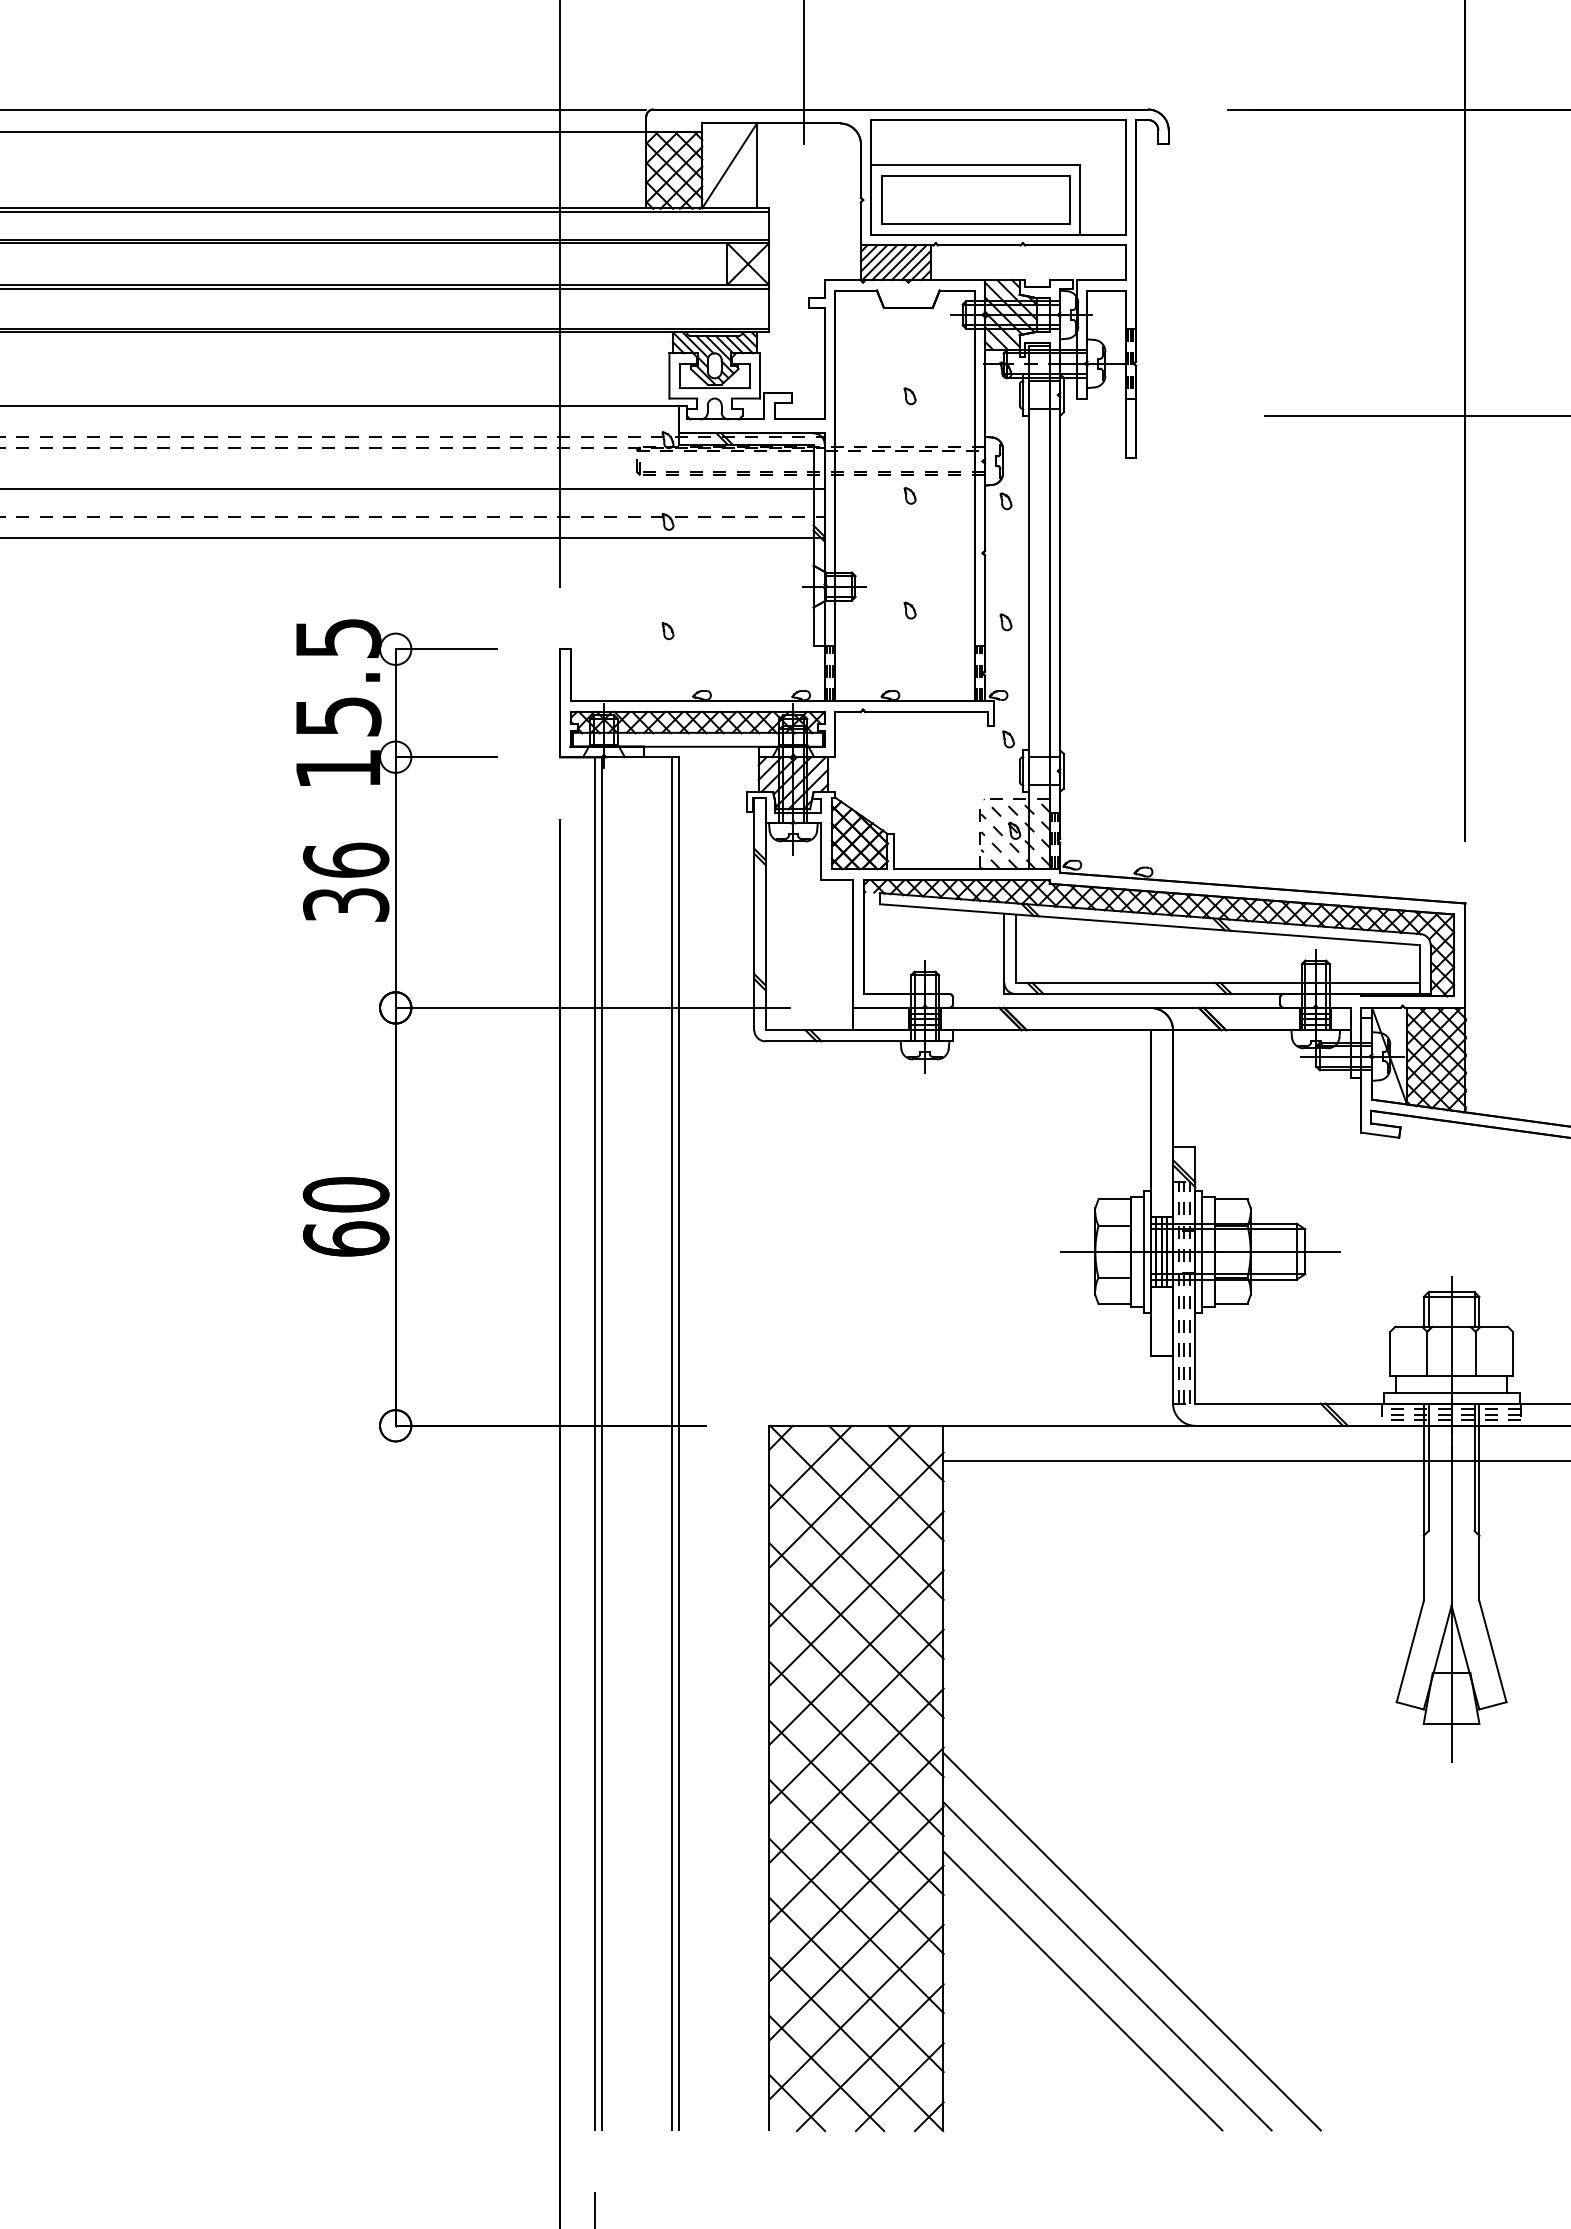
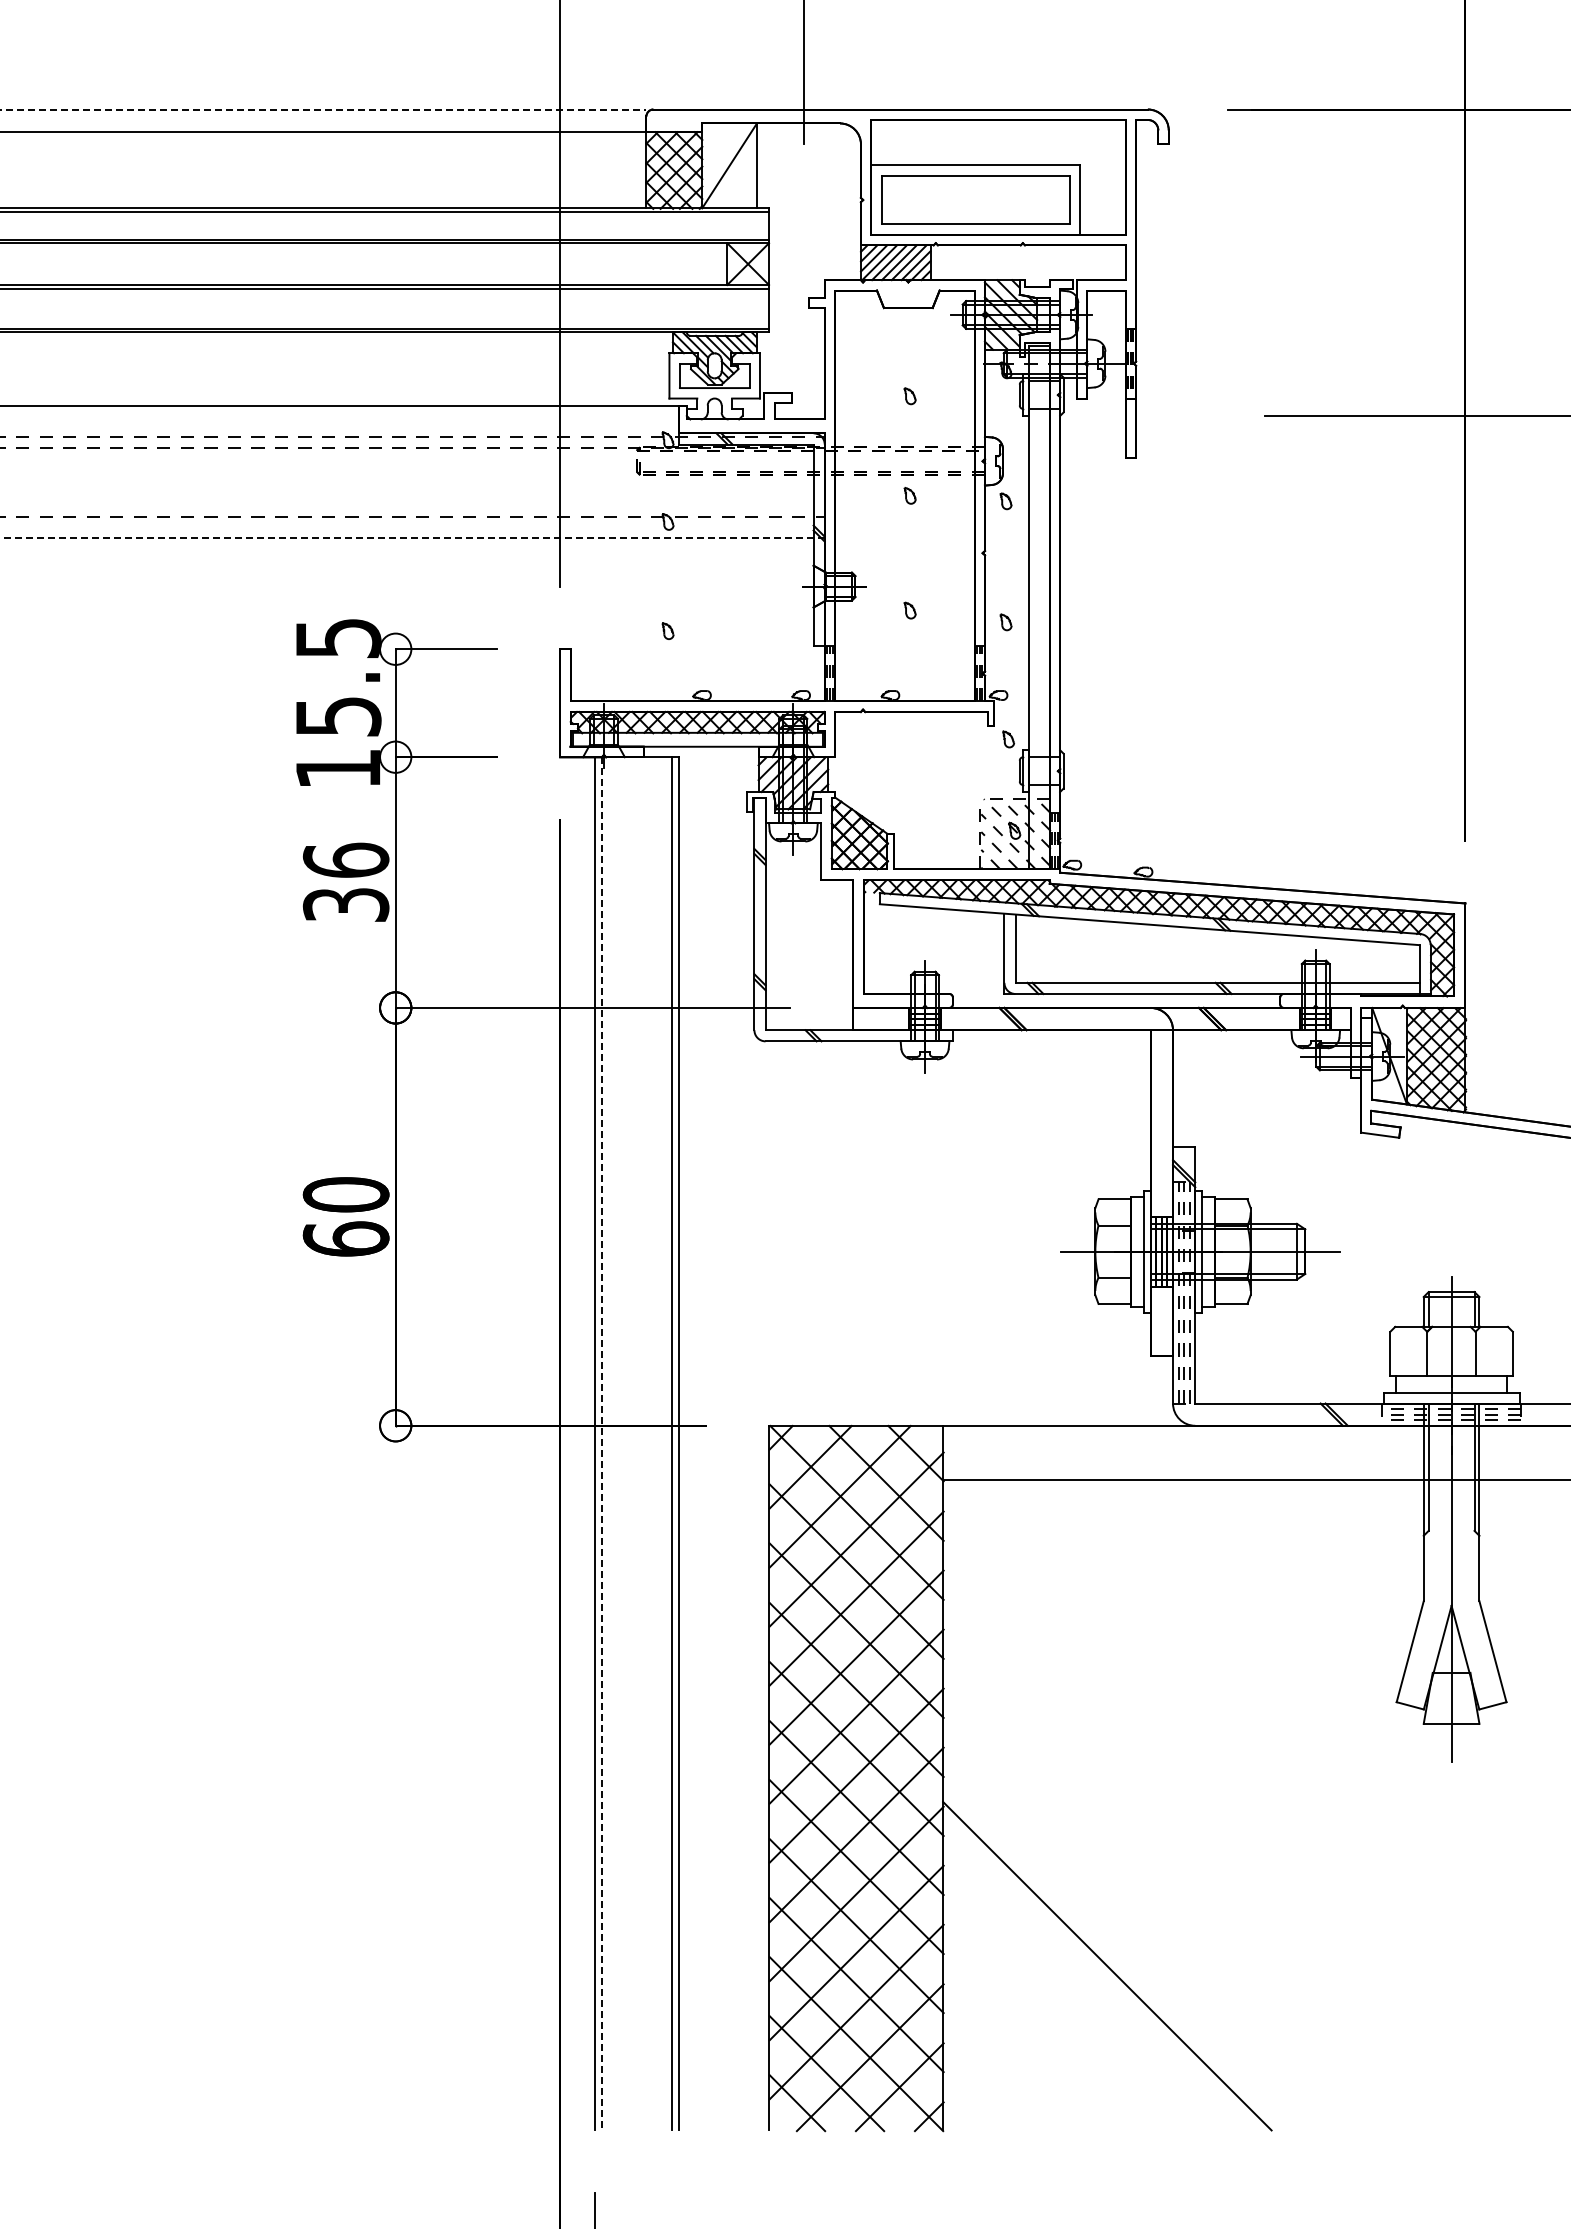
line at (323, 109): solid -> dashed
line at (413, 489): present -> none
line at (412, 537): solid -> dashed
line at (601, 1443): solid -> dashed
line at (1255, 1460) position: (1255, 1460) -> (1255, 1479)
line at (1131, 1941): present -> none
line at (1082, 1990): present -> none
